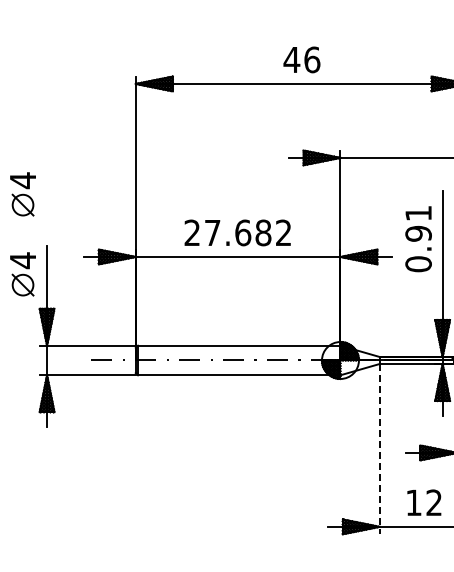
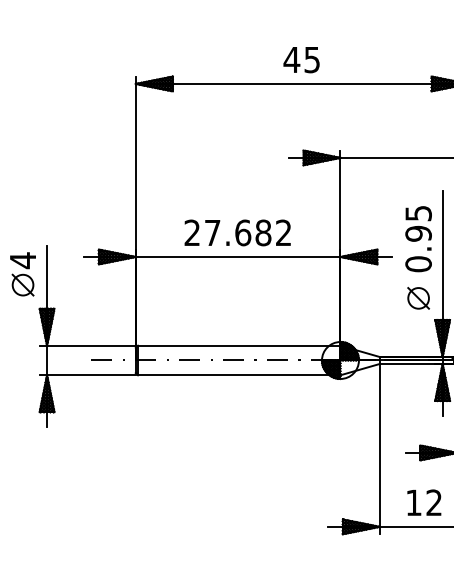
text at (312, 59): 46 -> 45
part at (22, 194): present -> none
text at (418, 213): 0.91 -> 0.95
part at (418, 298): none -> present
line at (379, 449): dashed -> solid
